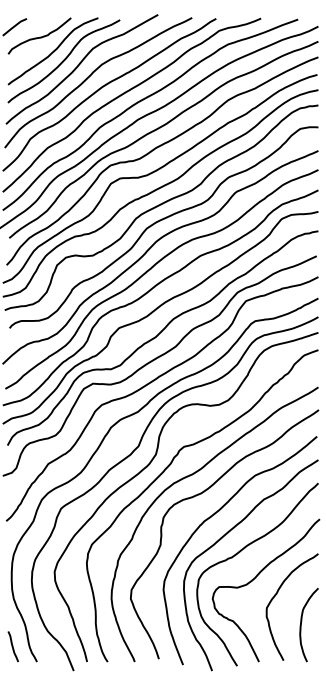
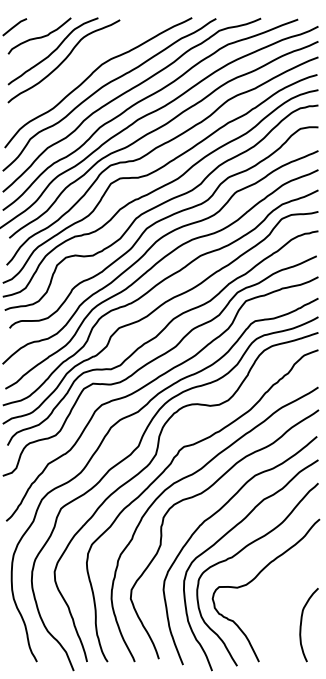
curve at (77, 68): present -> none
curve at (277, 594): present -> none
line at (12, 646): present -> none
